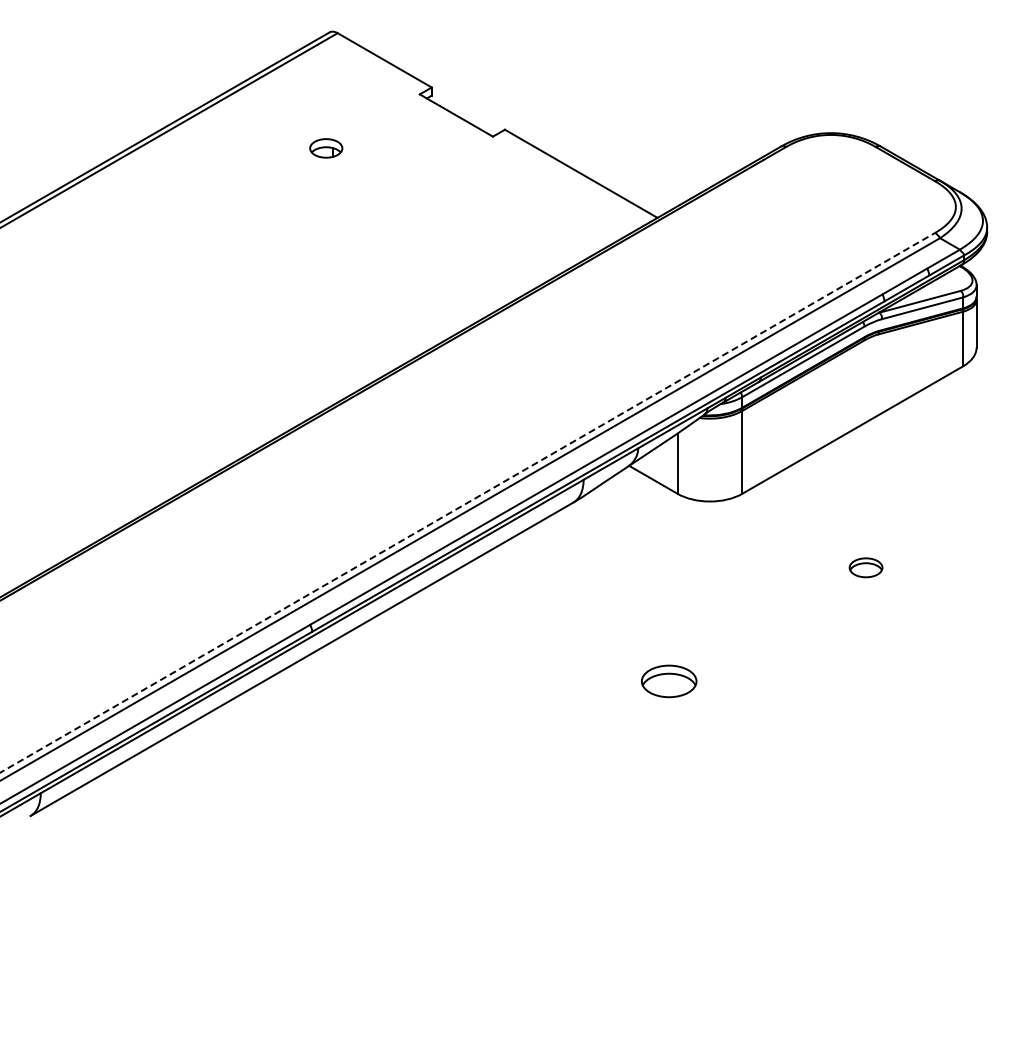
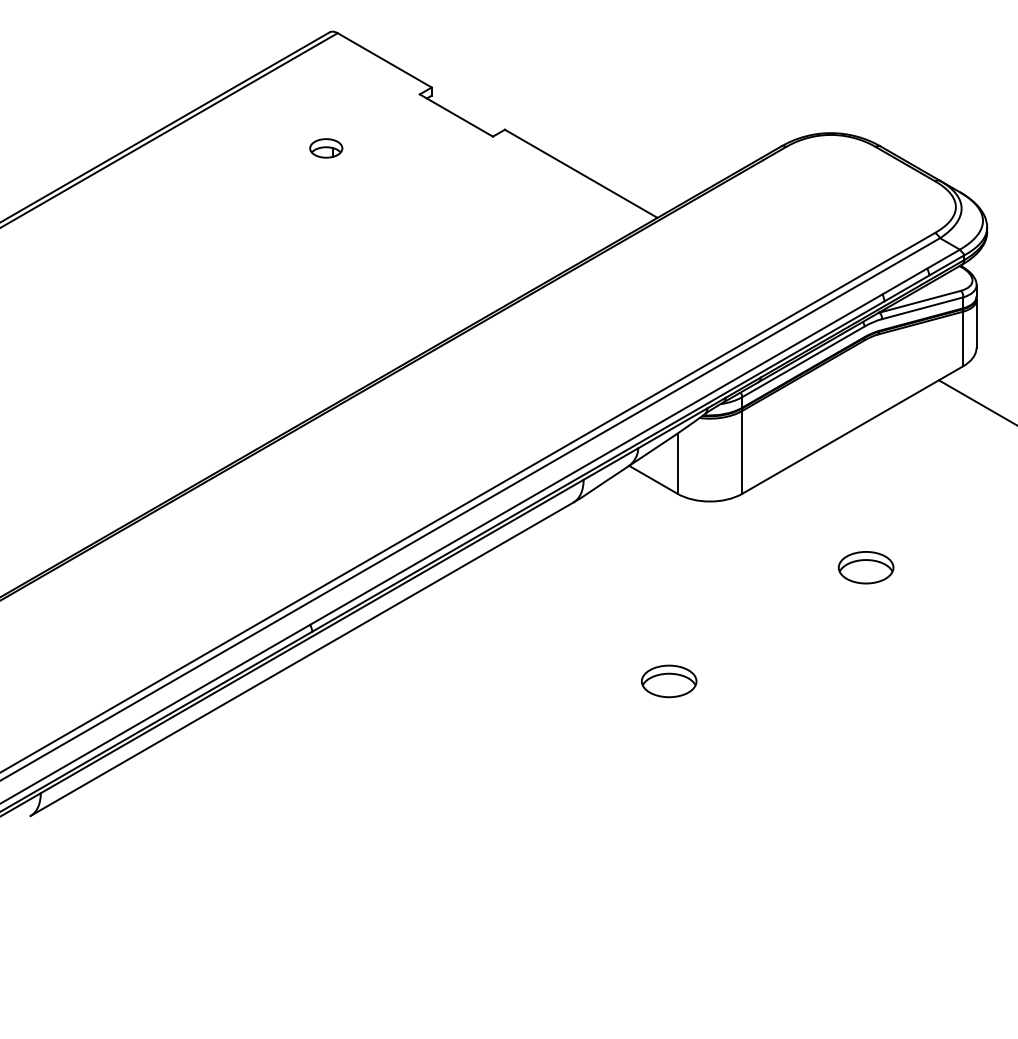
line at (976, 401): none -> present
line at (468, 502): dashed -> solid
part at (865, 567) size: 36x22 px -> 58x34 px
